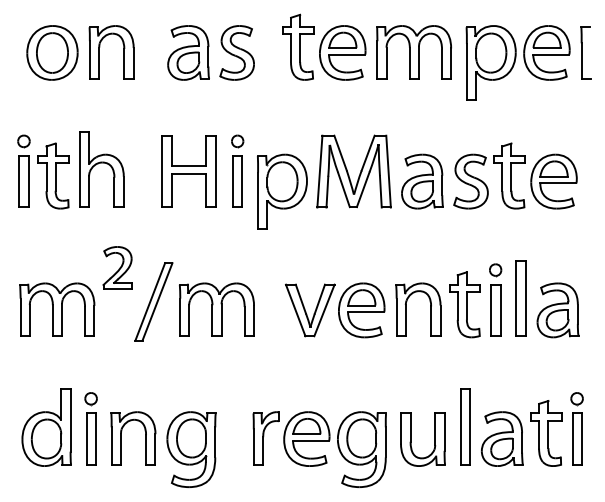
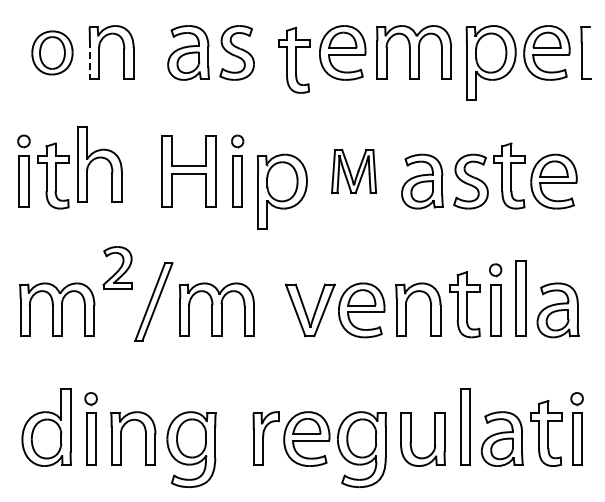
part at (298, 46) position: (298, 46) -> (294, 59)
part at (52, 52) size: 53x56 px -> 43x46 px
line at (89, 60): solid -> dashed
part at (101, 169) position: (101, 169) -> (99, 164)
part at (353, 171) size: 76x75 px -> 46x45 px
